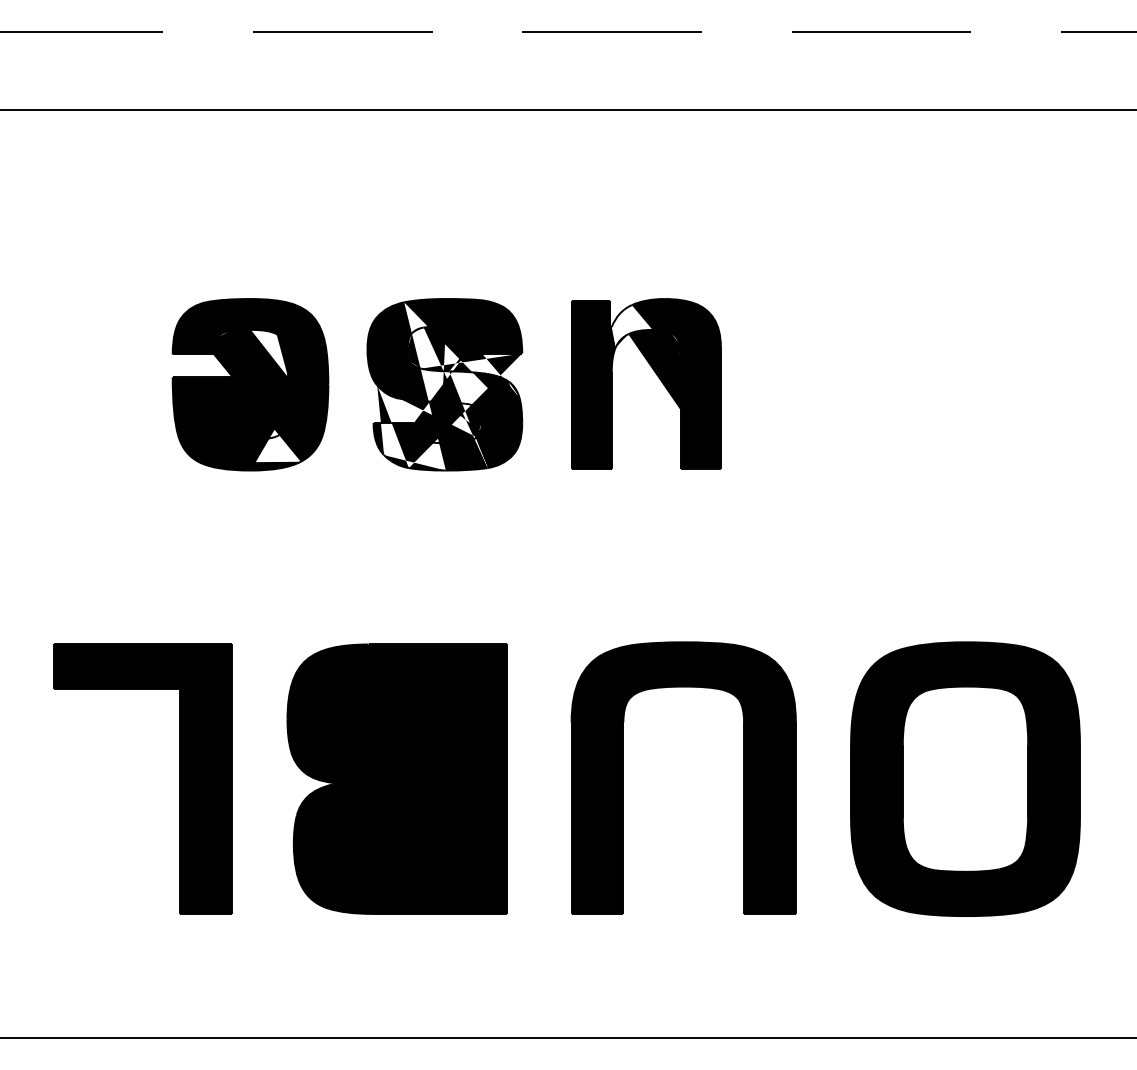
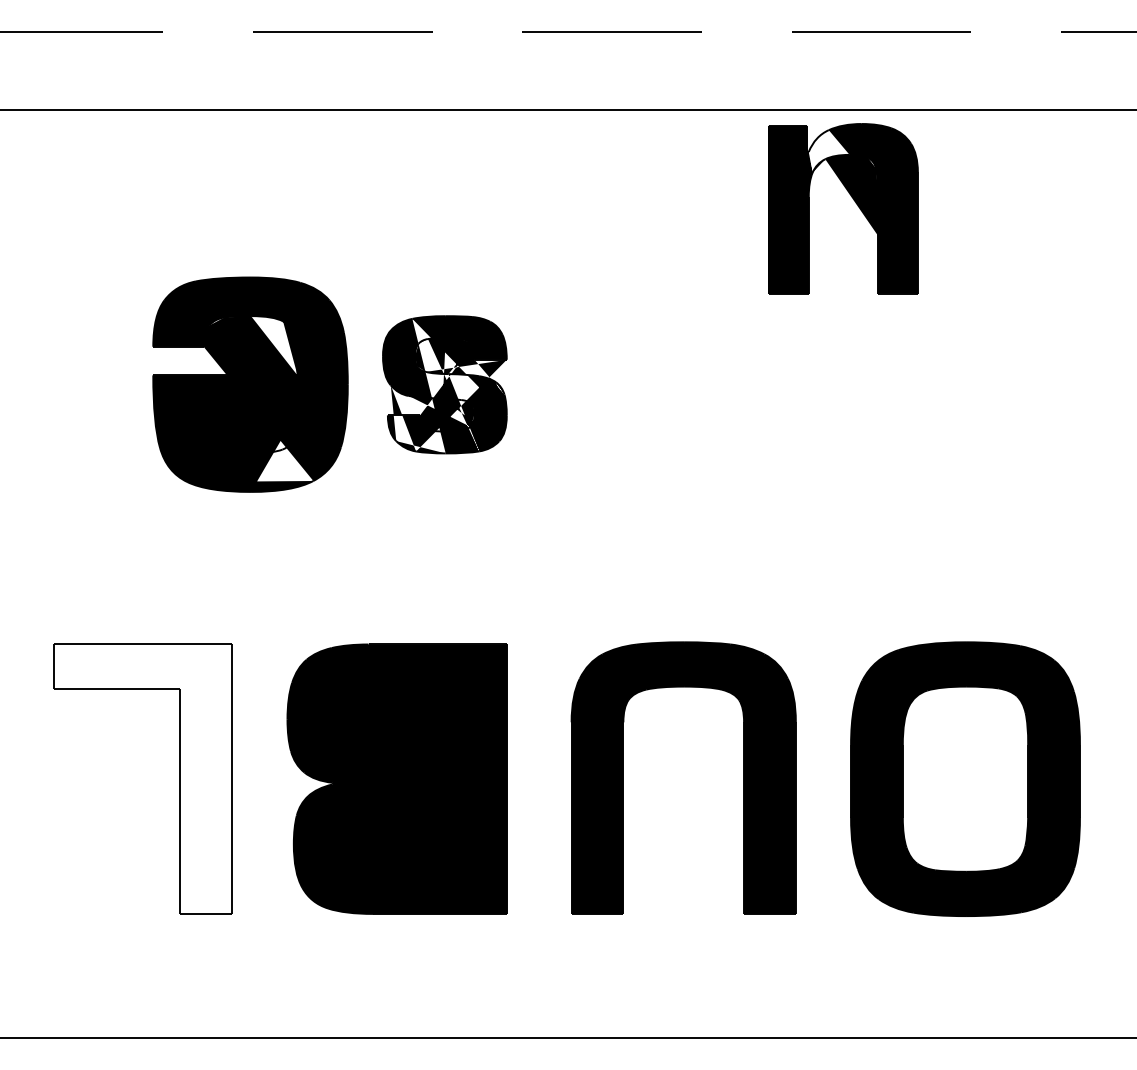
part at (656, 375) position: (656, 375) -> (853, 200)
part at (250, 384) size: 159x174 px -> 197x217 px
part at (444, 384) size: 158x174 px -> 126x140 px
fill at (142, 778): present -> none
